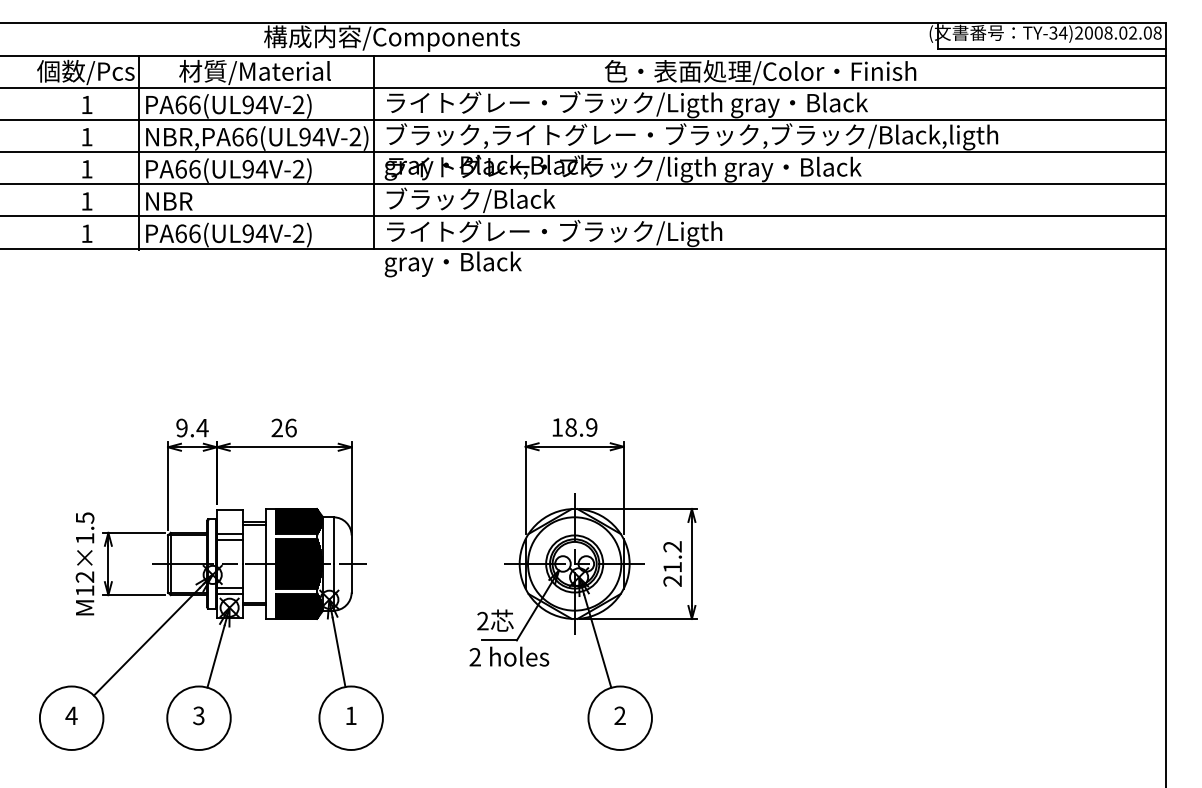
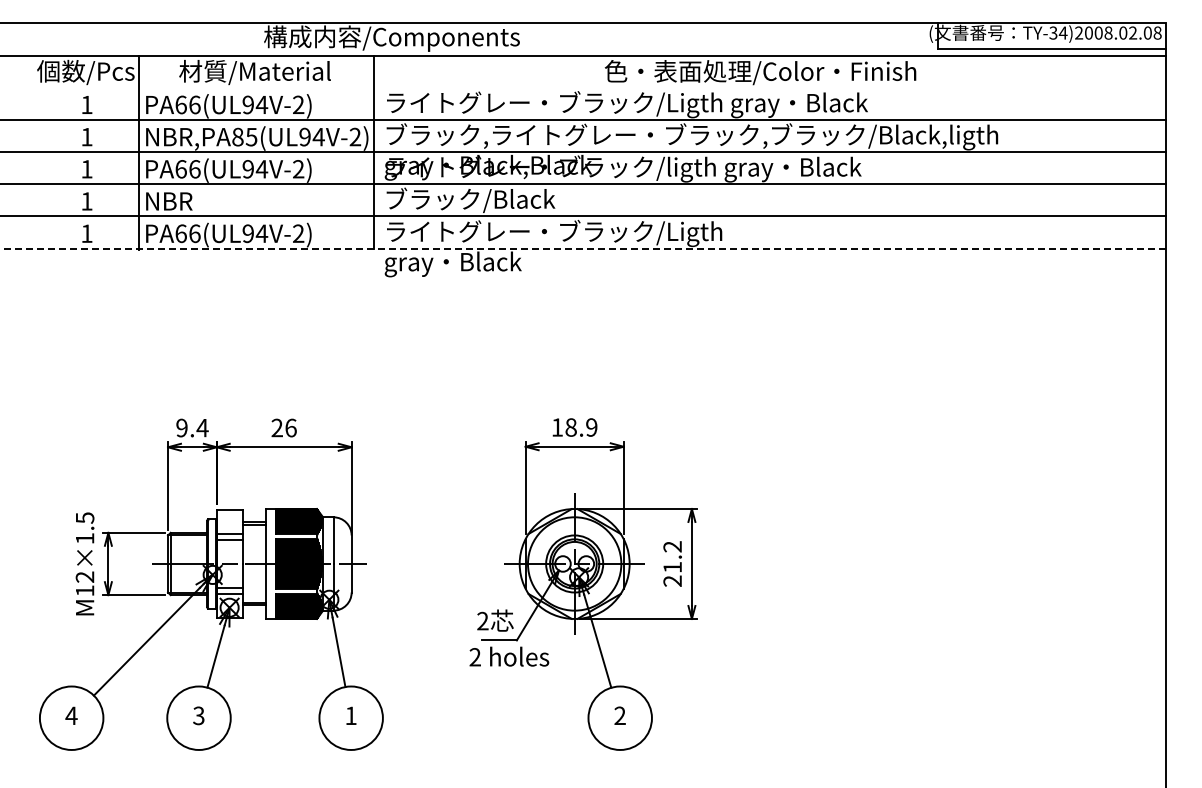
line at (583, 87): present -> none
text at (244, 136): NBR,PA66(UL94V-2) -> NBR,PA85(UL94V-2)
line at (582, 248): solid -> dashed
